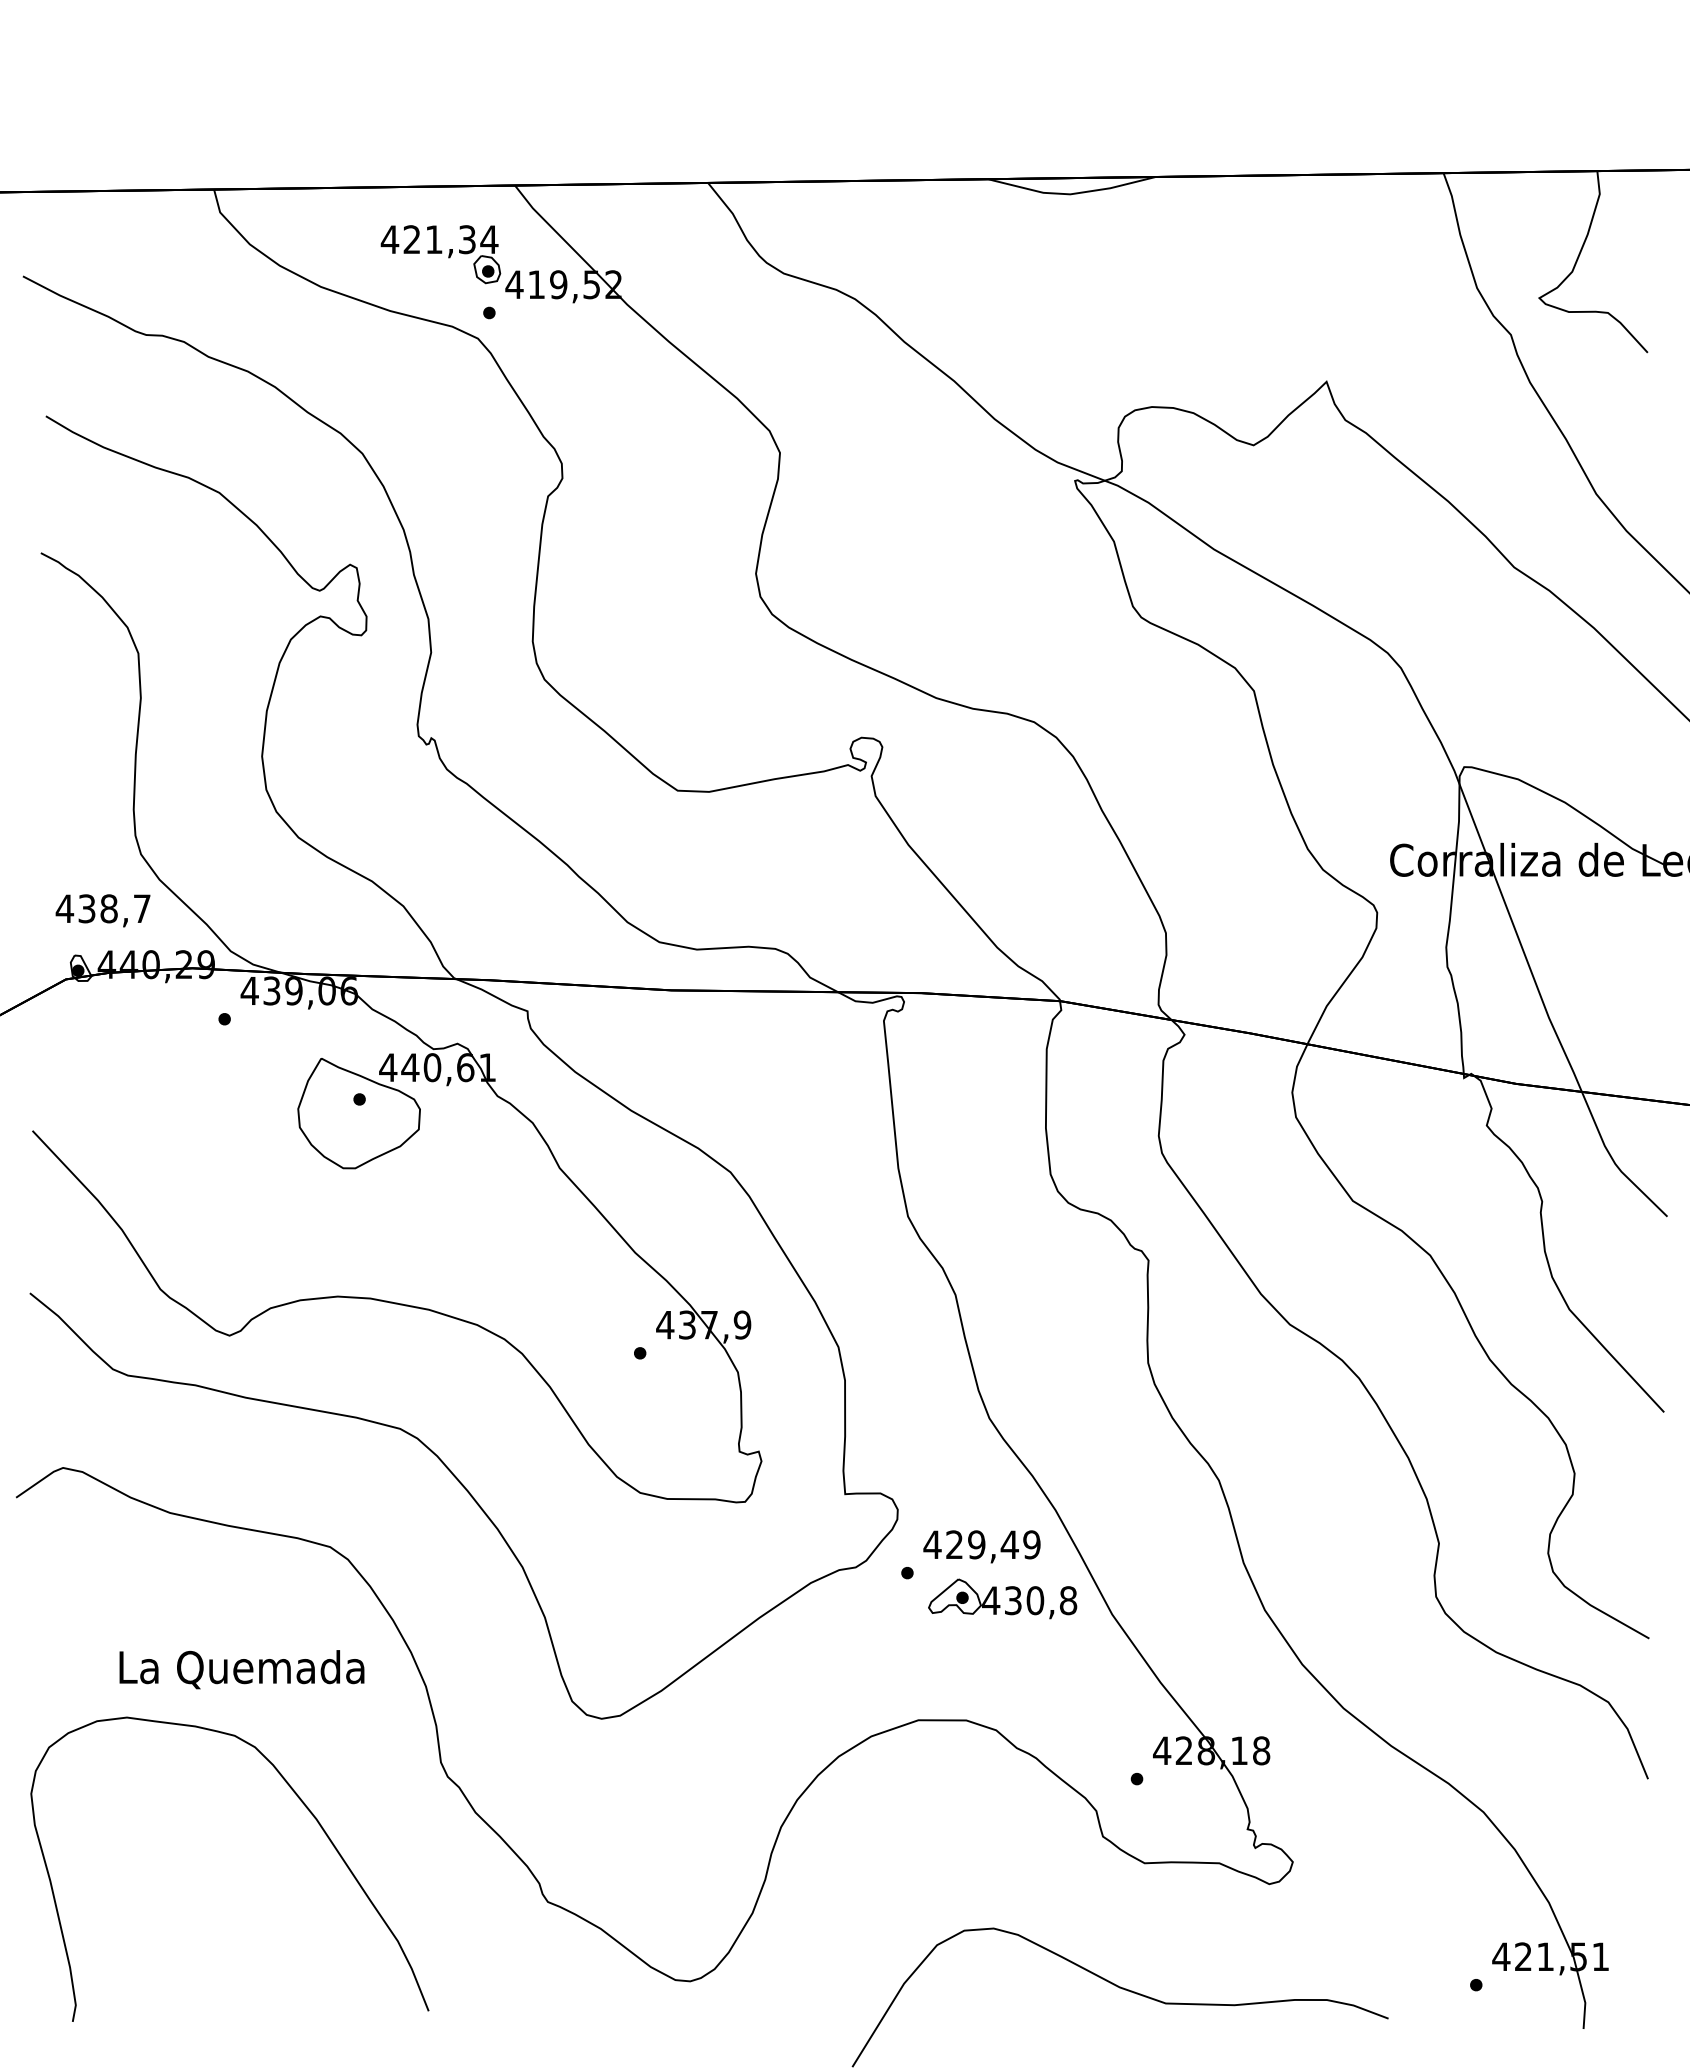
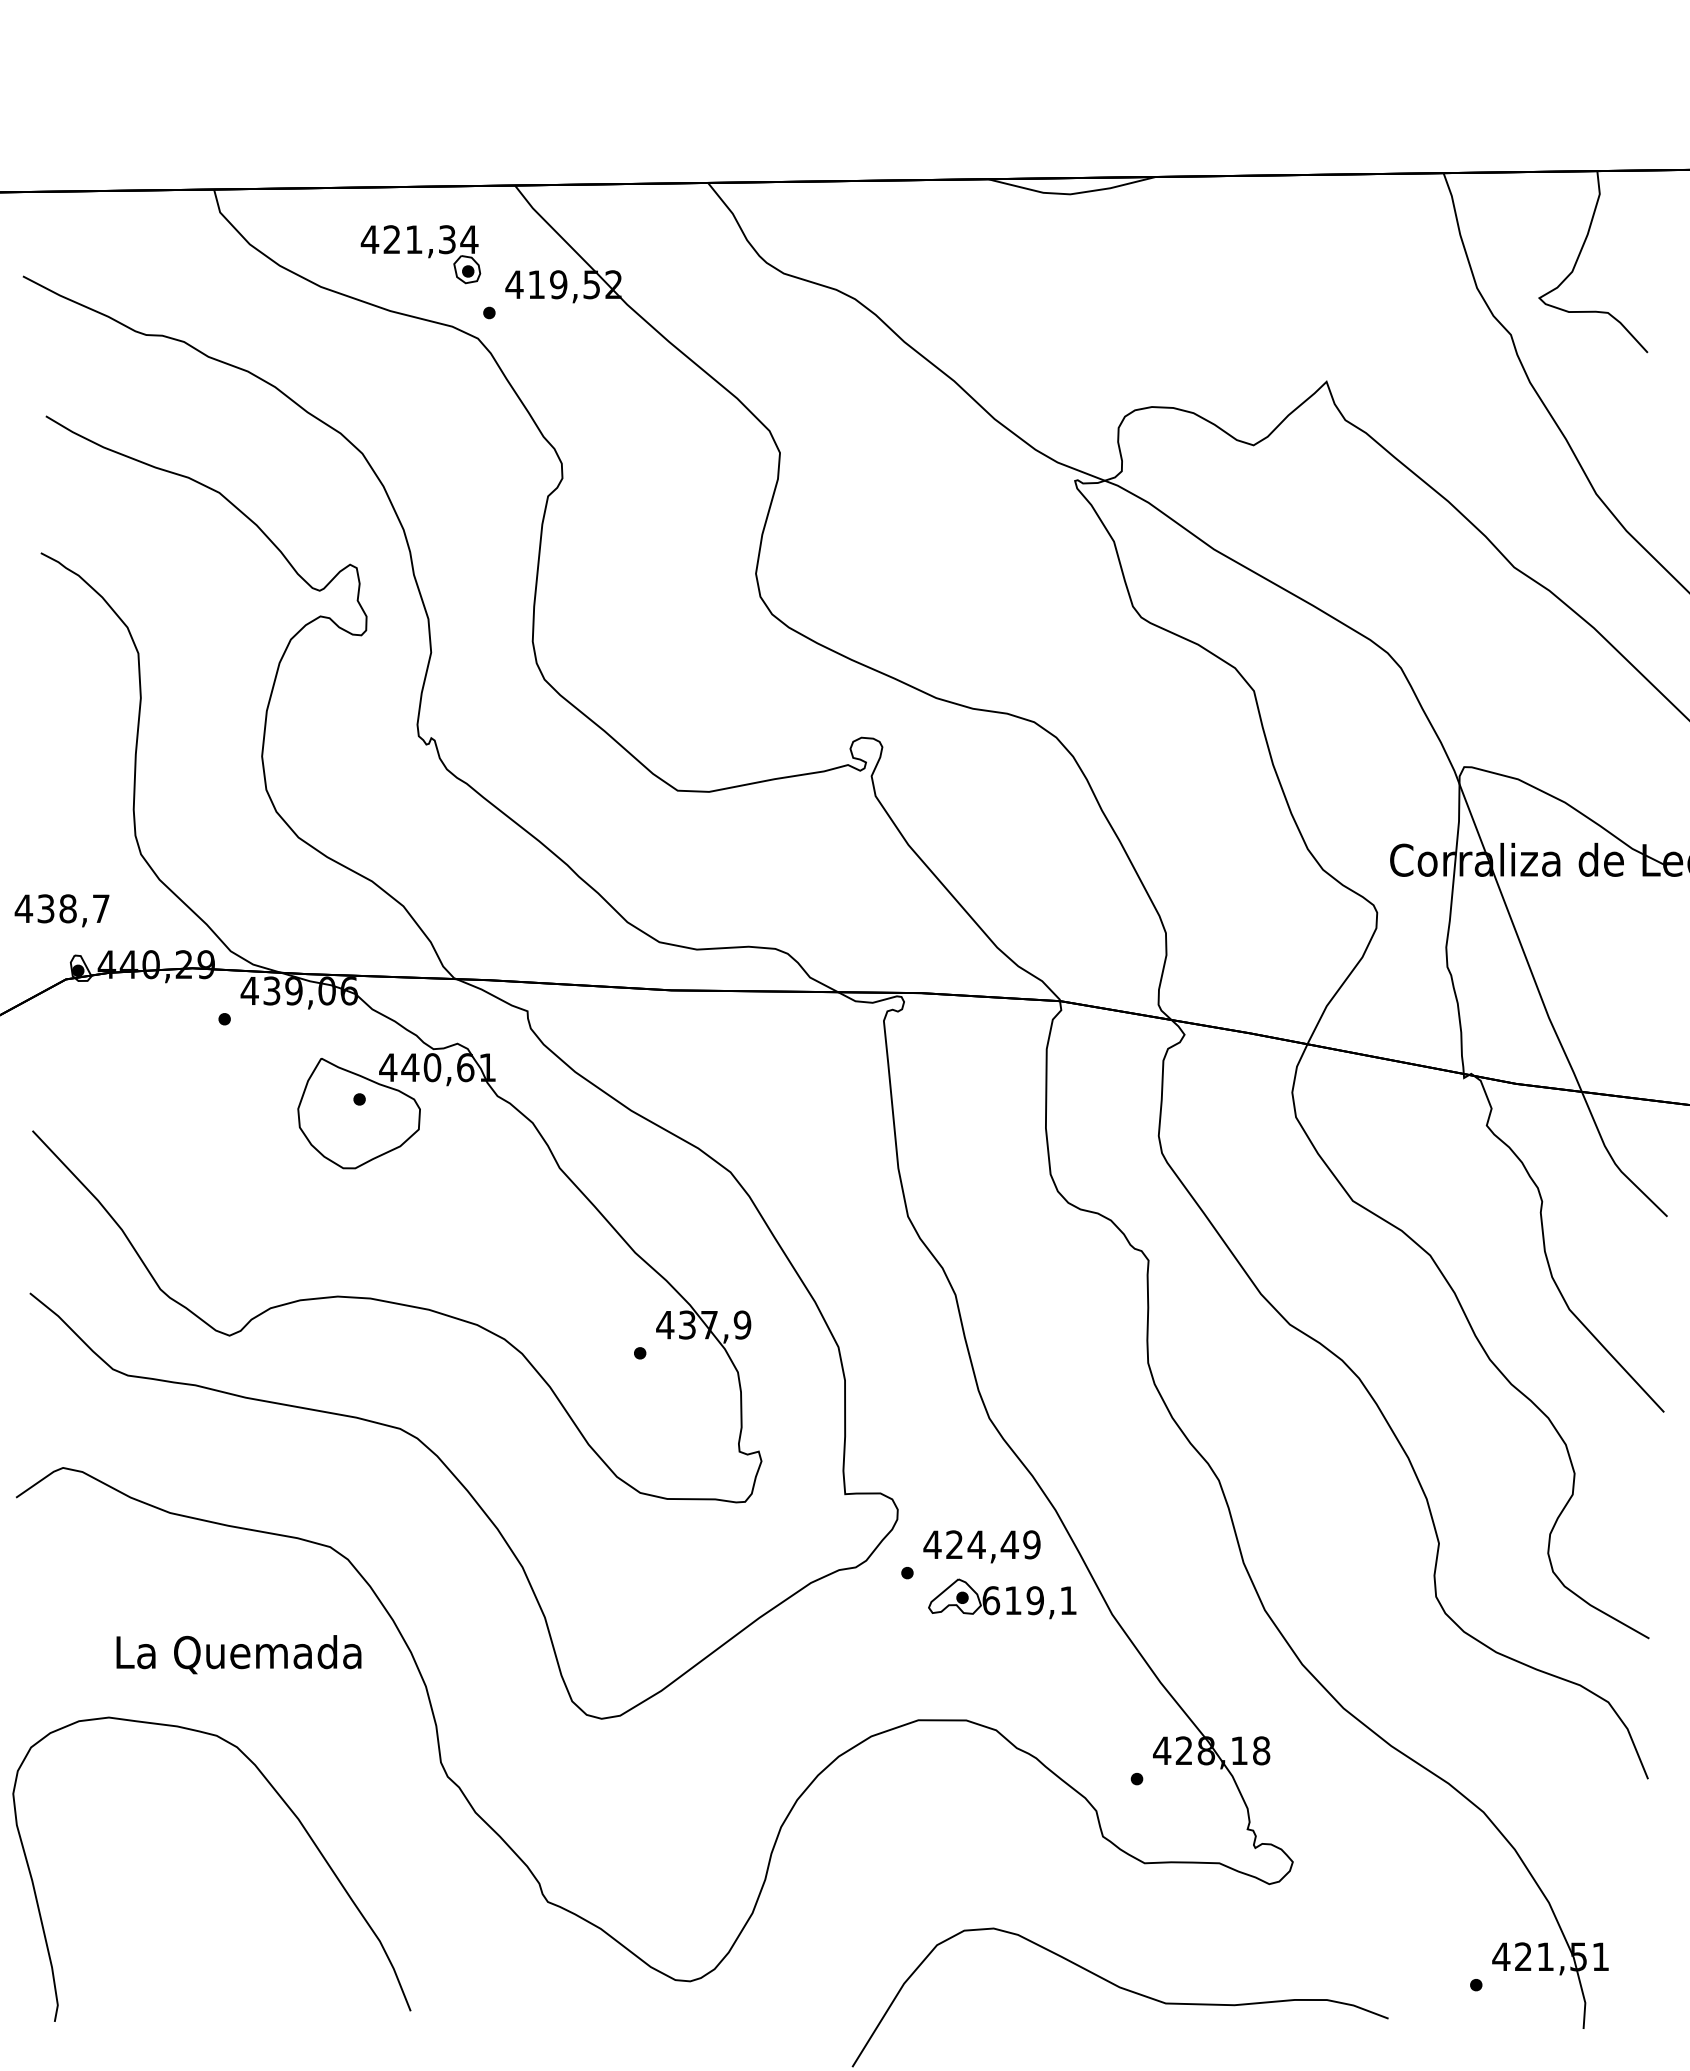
part at (440, 254) position: (440, 254) -> (420, 254)
text at (102, 910) position: (102, 910) -> (61, 910)
text at (976, 1544): 429,49 -> 424,49
text at (1029, 1600): 430,8 -> 619,1
text at (241, 1669) position: (241, 1669) -> (238, 1654)
curve at (305, 1807) position: (305, 1807) -> (287, 1807)
